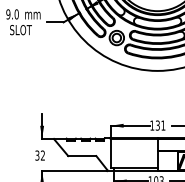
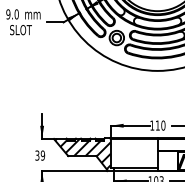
text at (160, 125): 131 -> 110
hatch at (82, 153): none -> present
text at (42, 155): 32 -> 39
